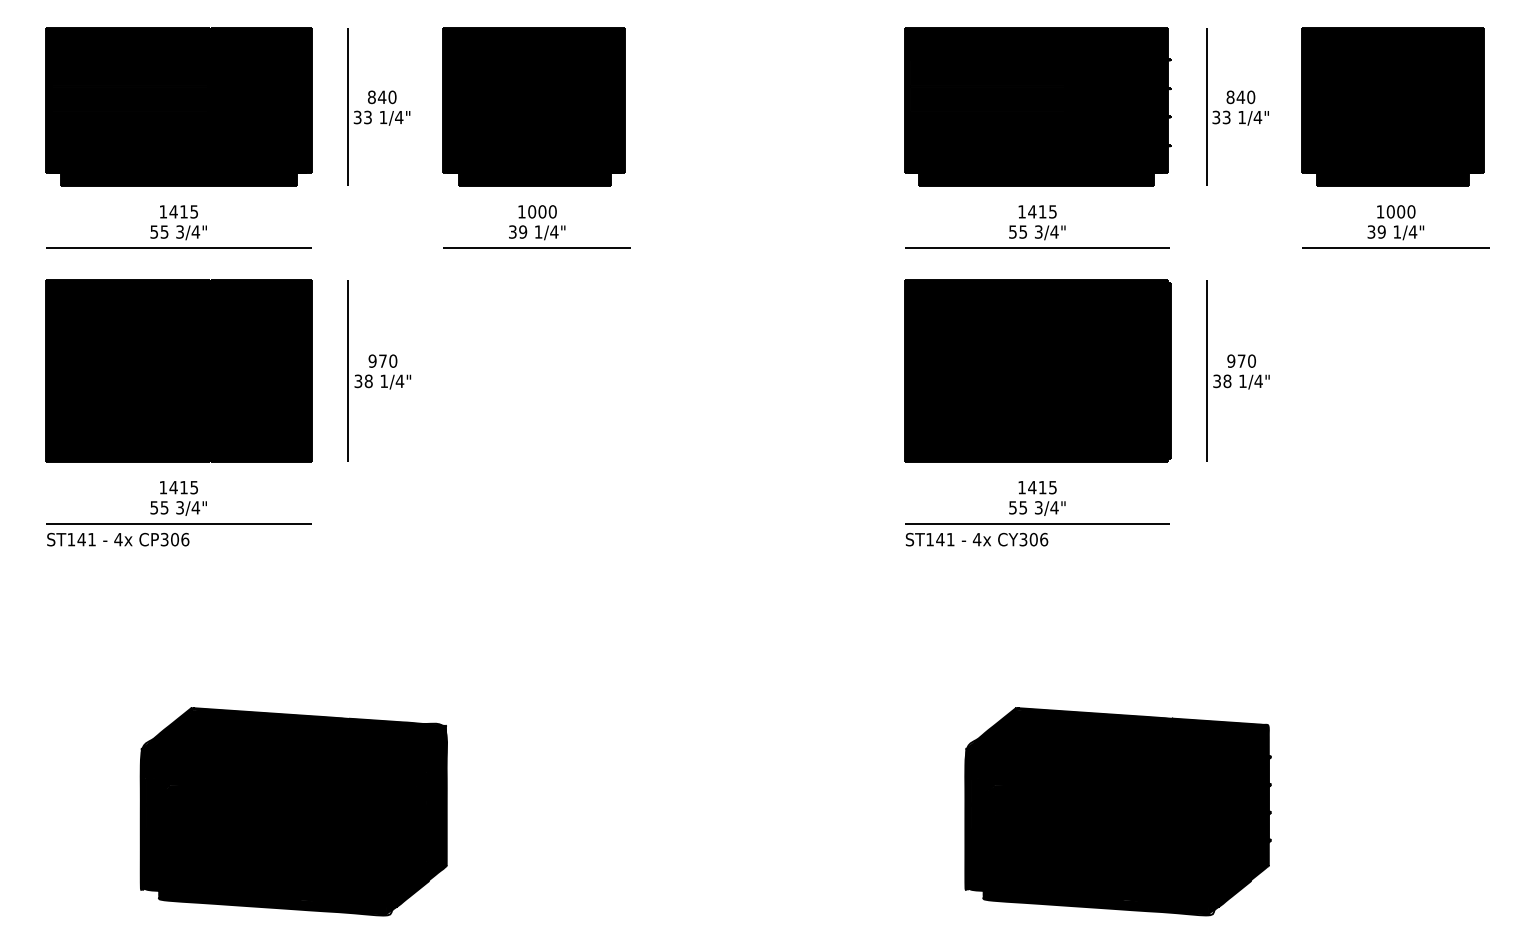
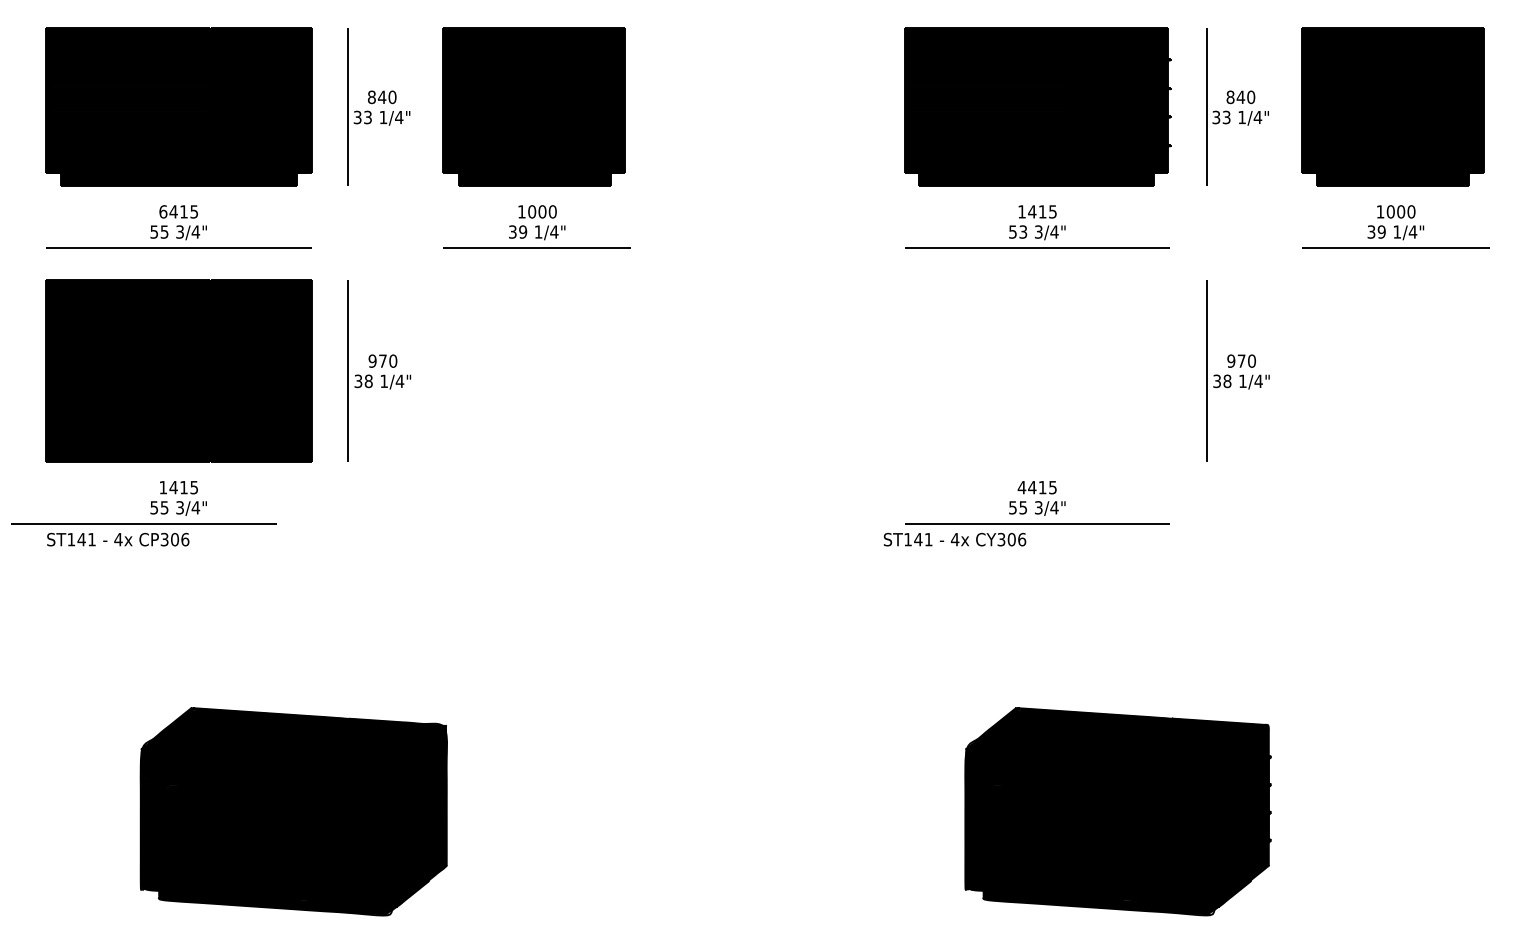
text at (163, 211): 1415 -> 6415
text at (1023, 231): 55 -> 53
part at (1037, 370): present -> none
text at (1021, 487): 1415 -> 4415
line at (178, 523) position: (178, 523) -> (143, 523)
text at (976, 539) position: (976, 539) -> (954, 539)
